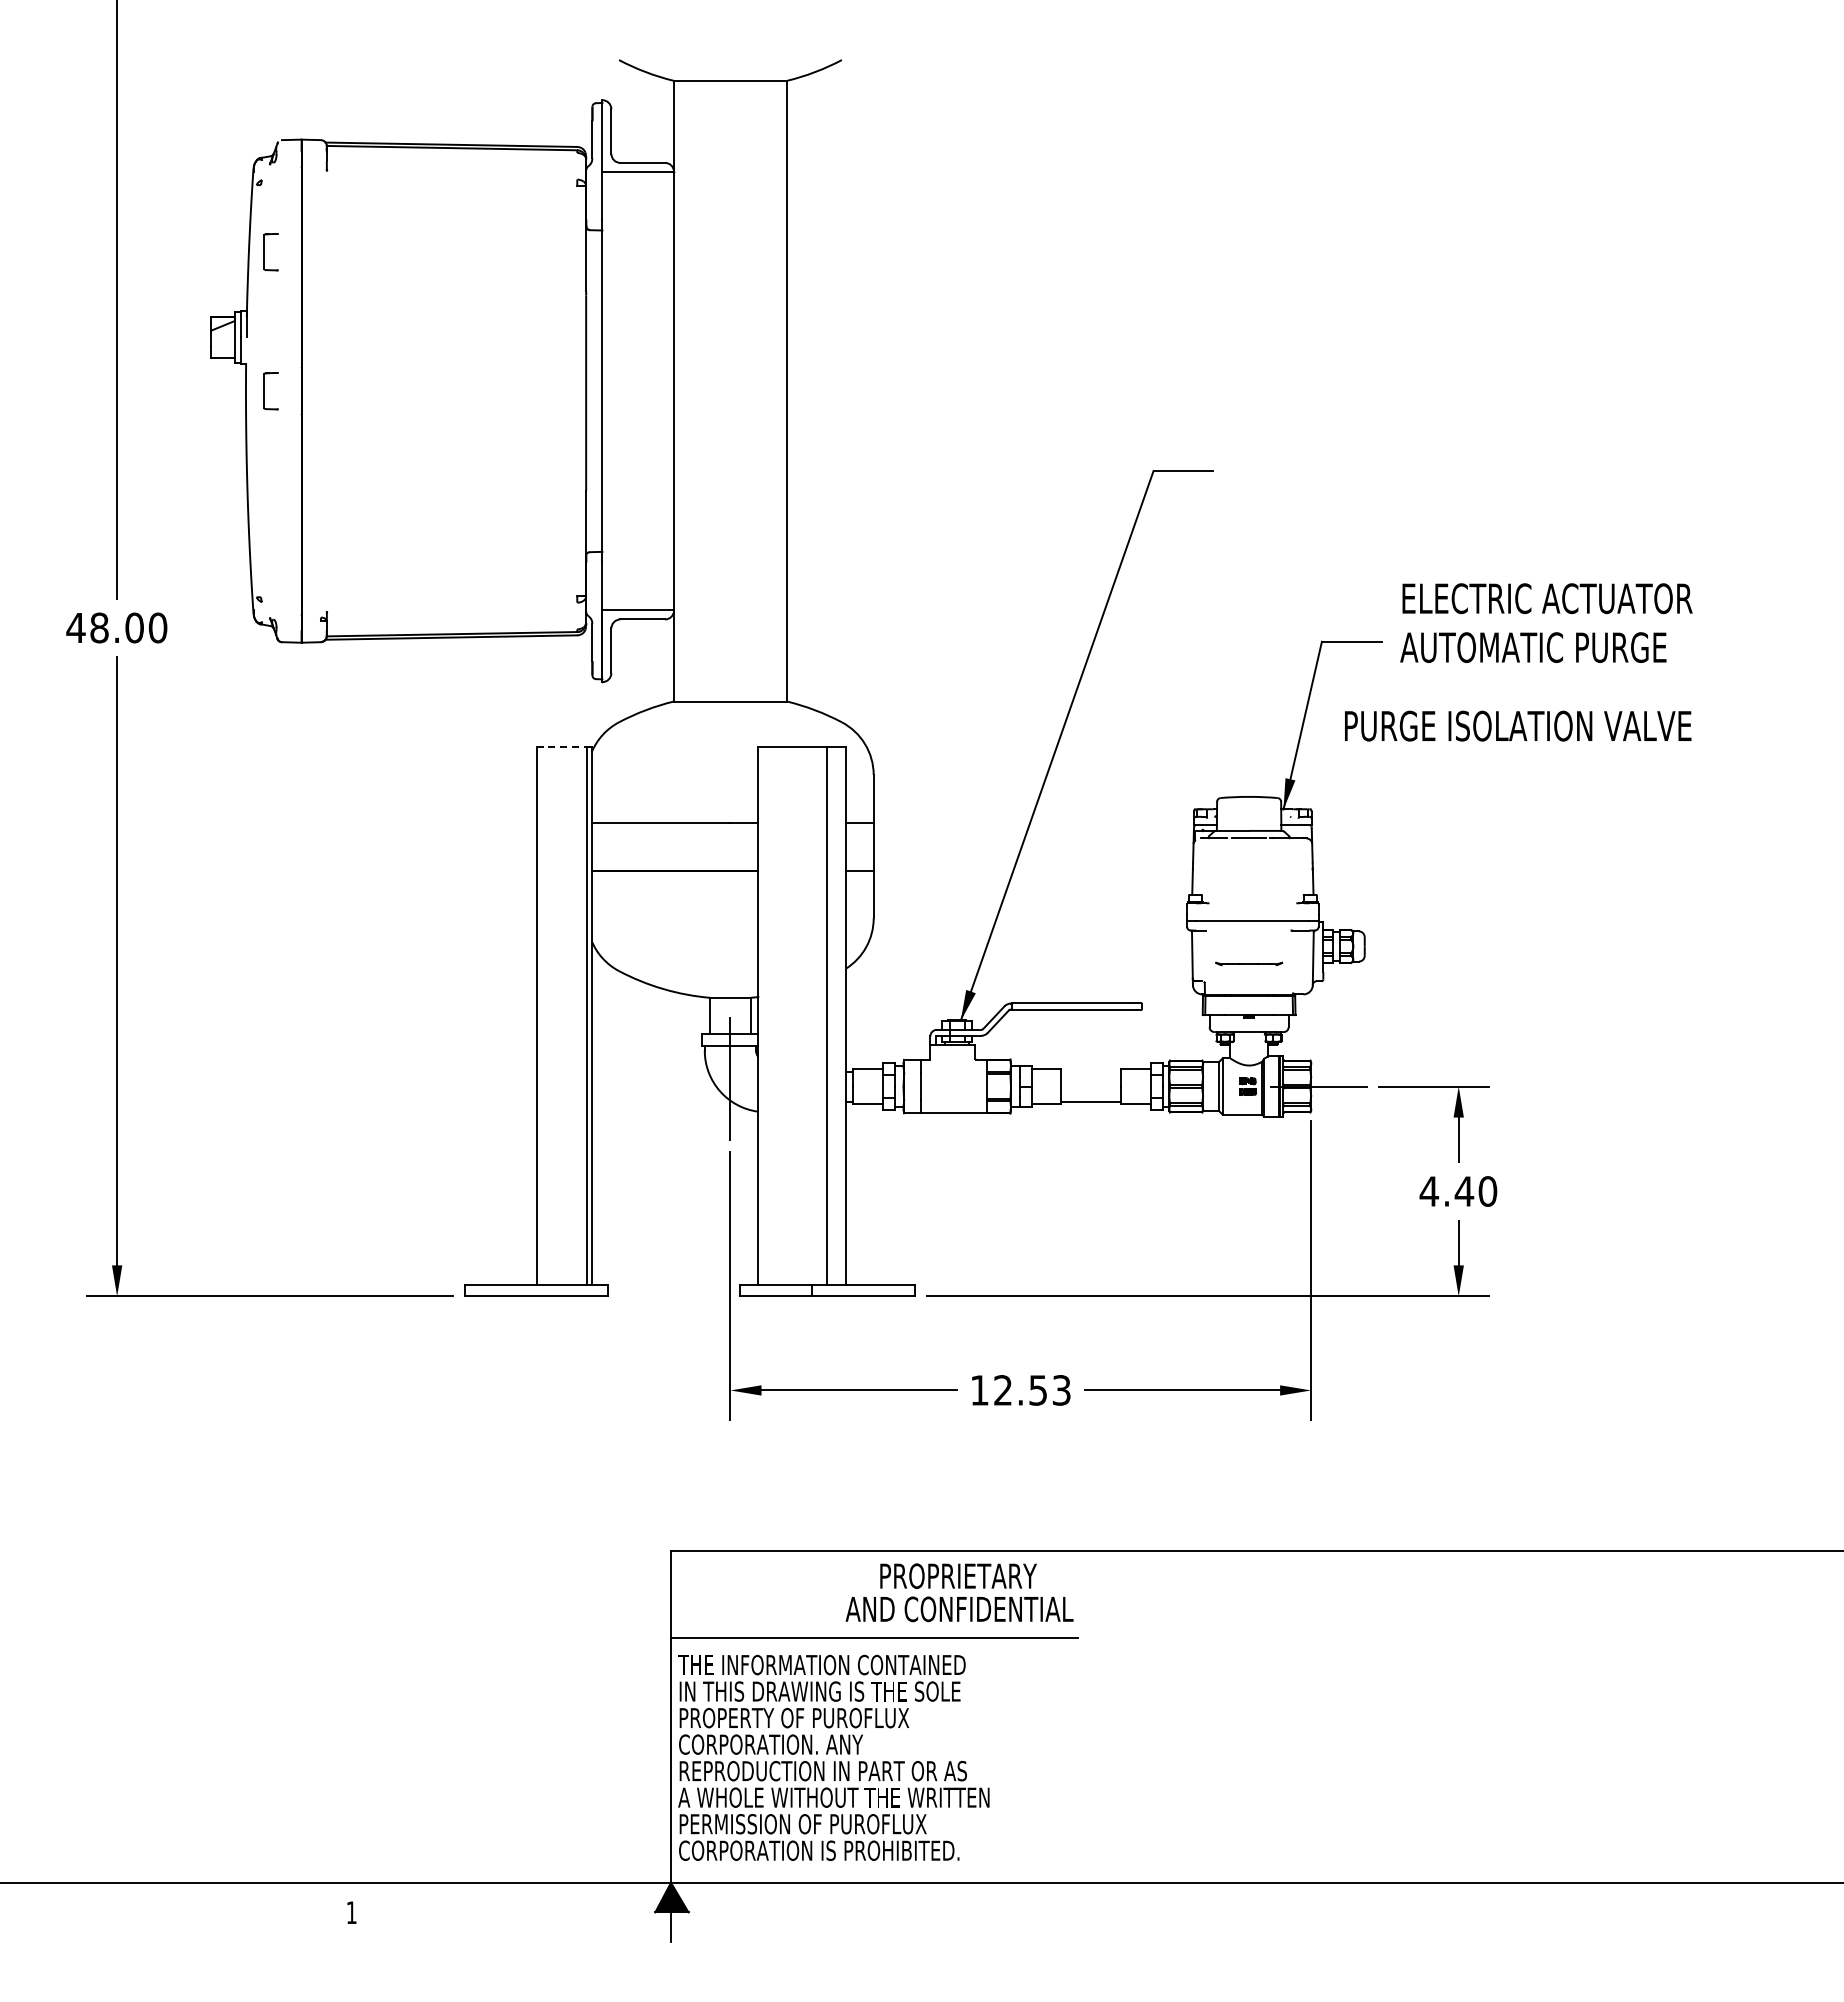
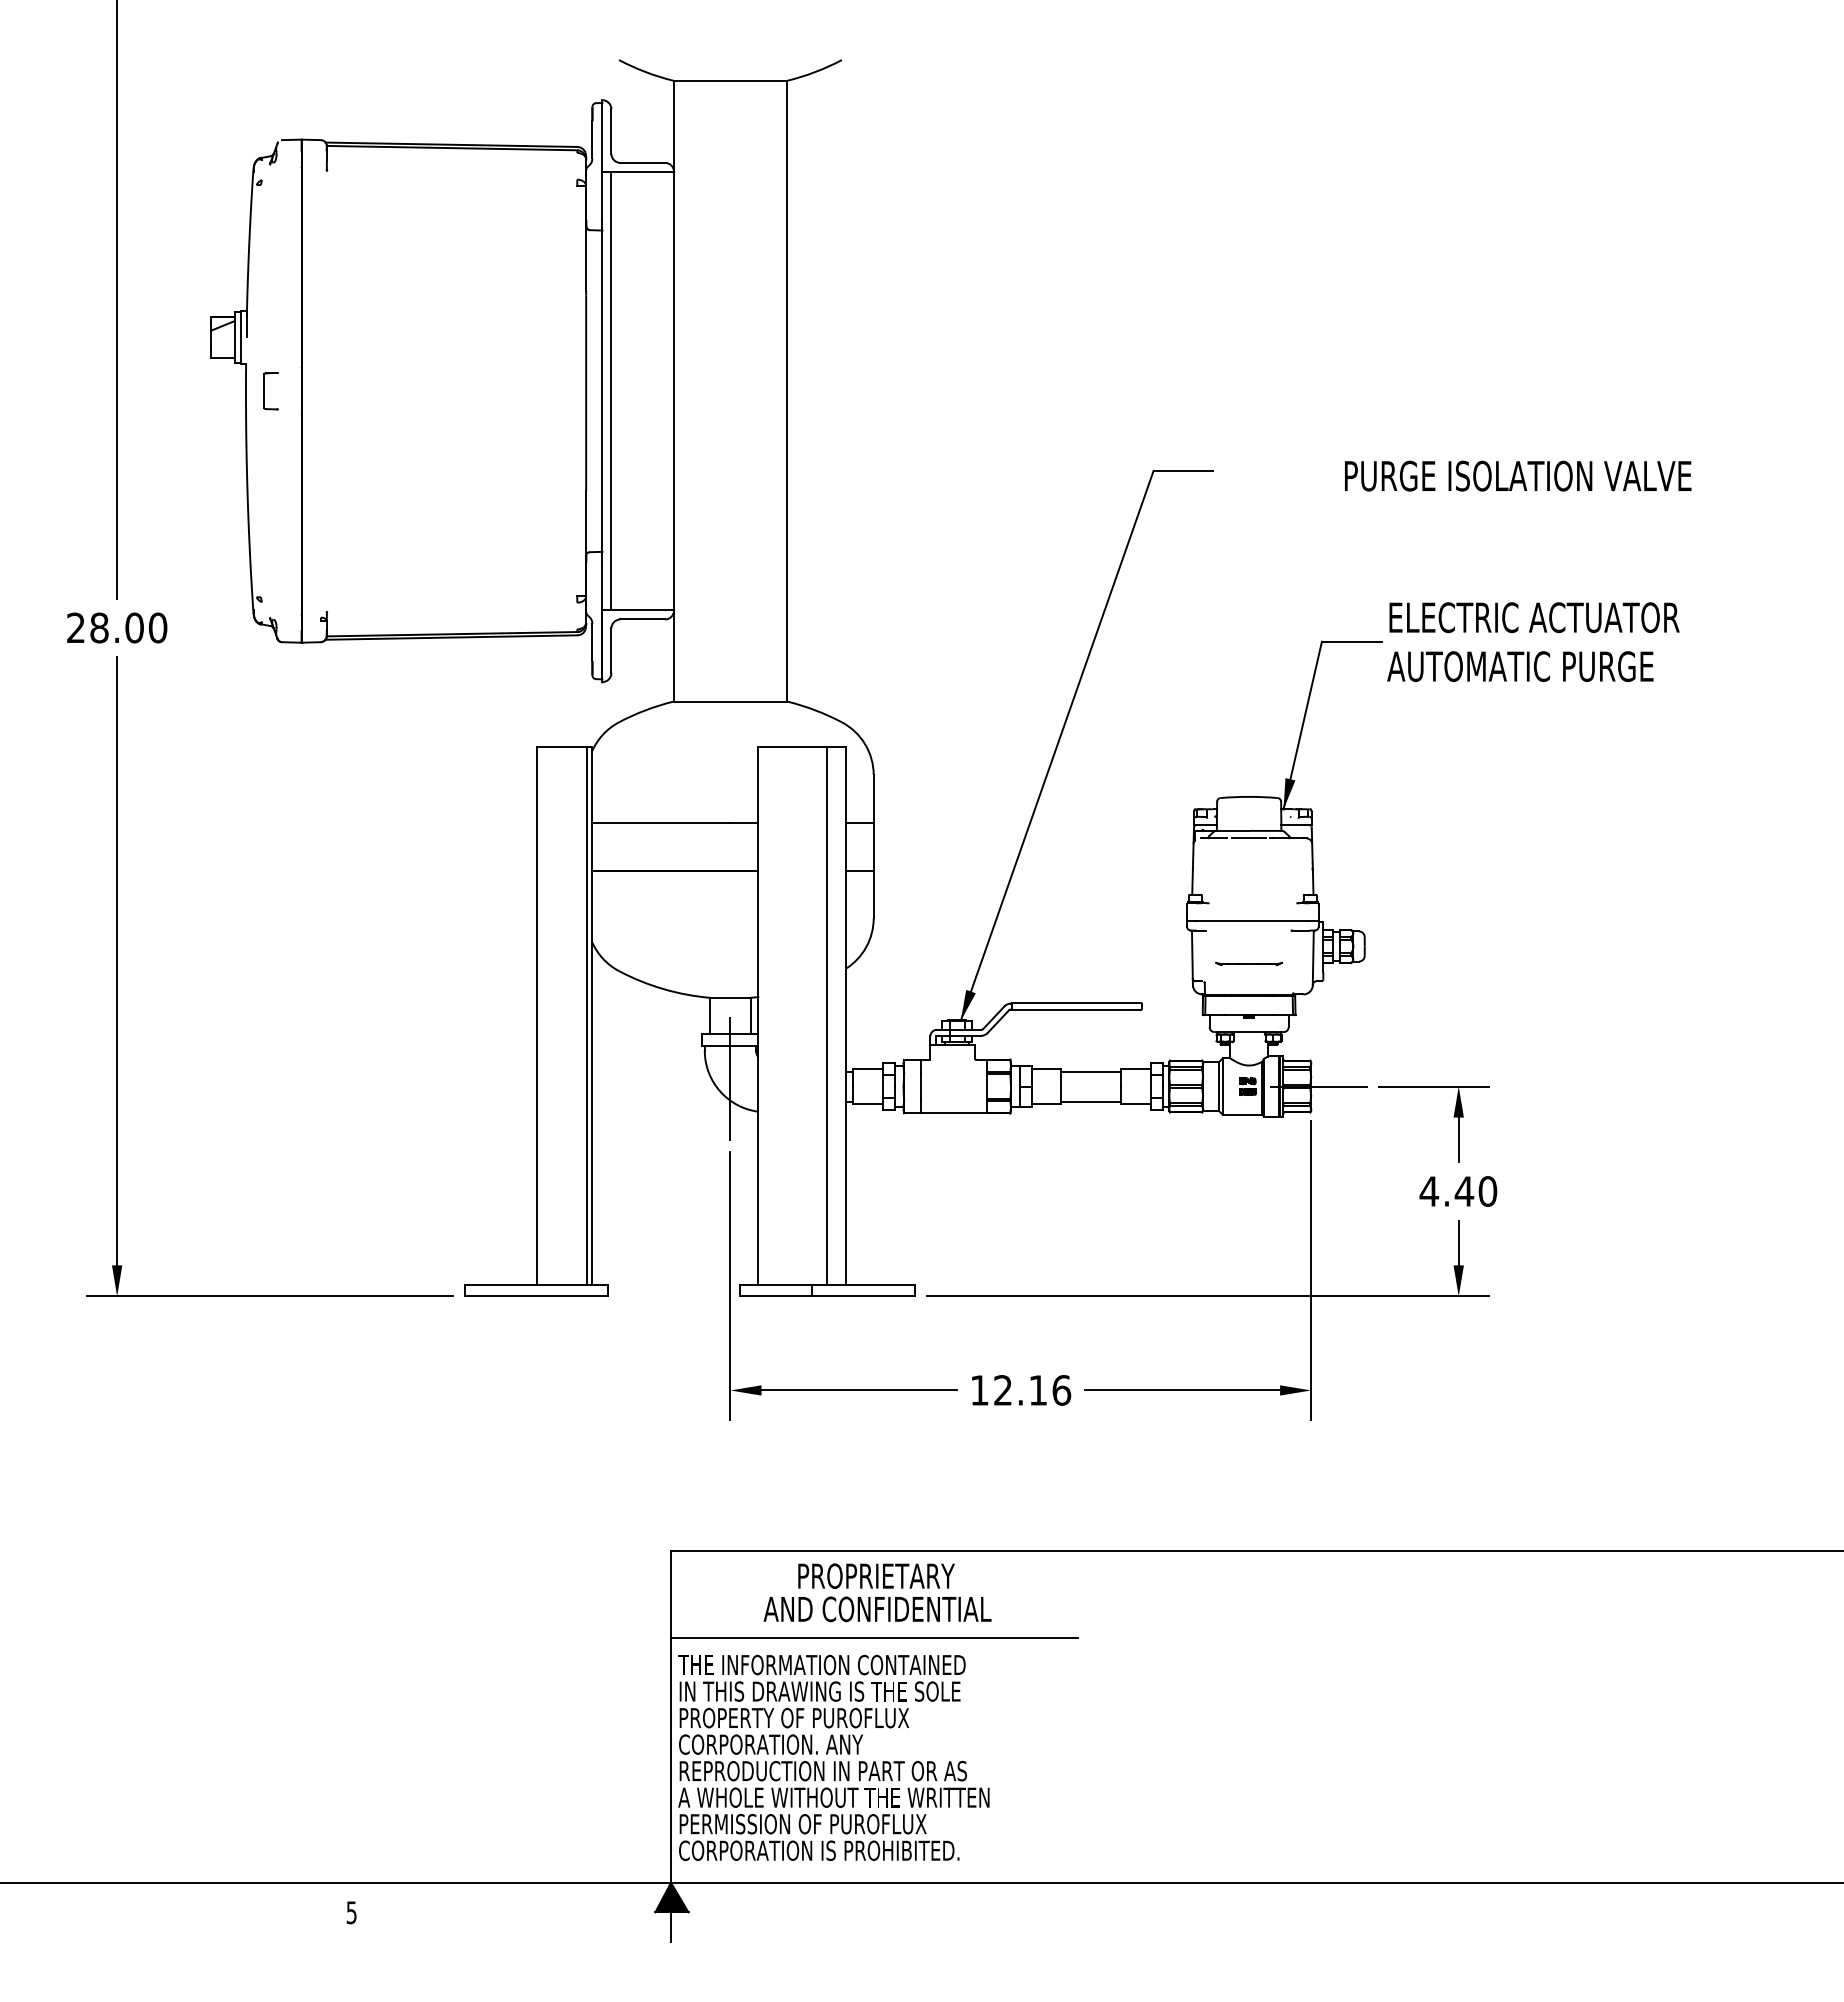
part at (270, 252): present -> none
line at (611, 390): none -> present
text at (1546, 622) position: (1546, 622) -> (1533, 641)
text at (75, 627): 48.00 -> 28.00
text at (1518, 725) position: (1518, 725) -> (1518, 475)
line at (562, 747): dashed -> solid
line at (1091, 1071): none -> present
text at (1050, 1390): 12.53 -> 12.16
text at (959, 1592) position: (959, 1592) -> (877, 1592)
text at (351, 1912): 1 -> 5
